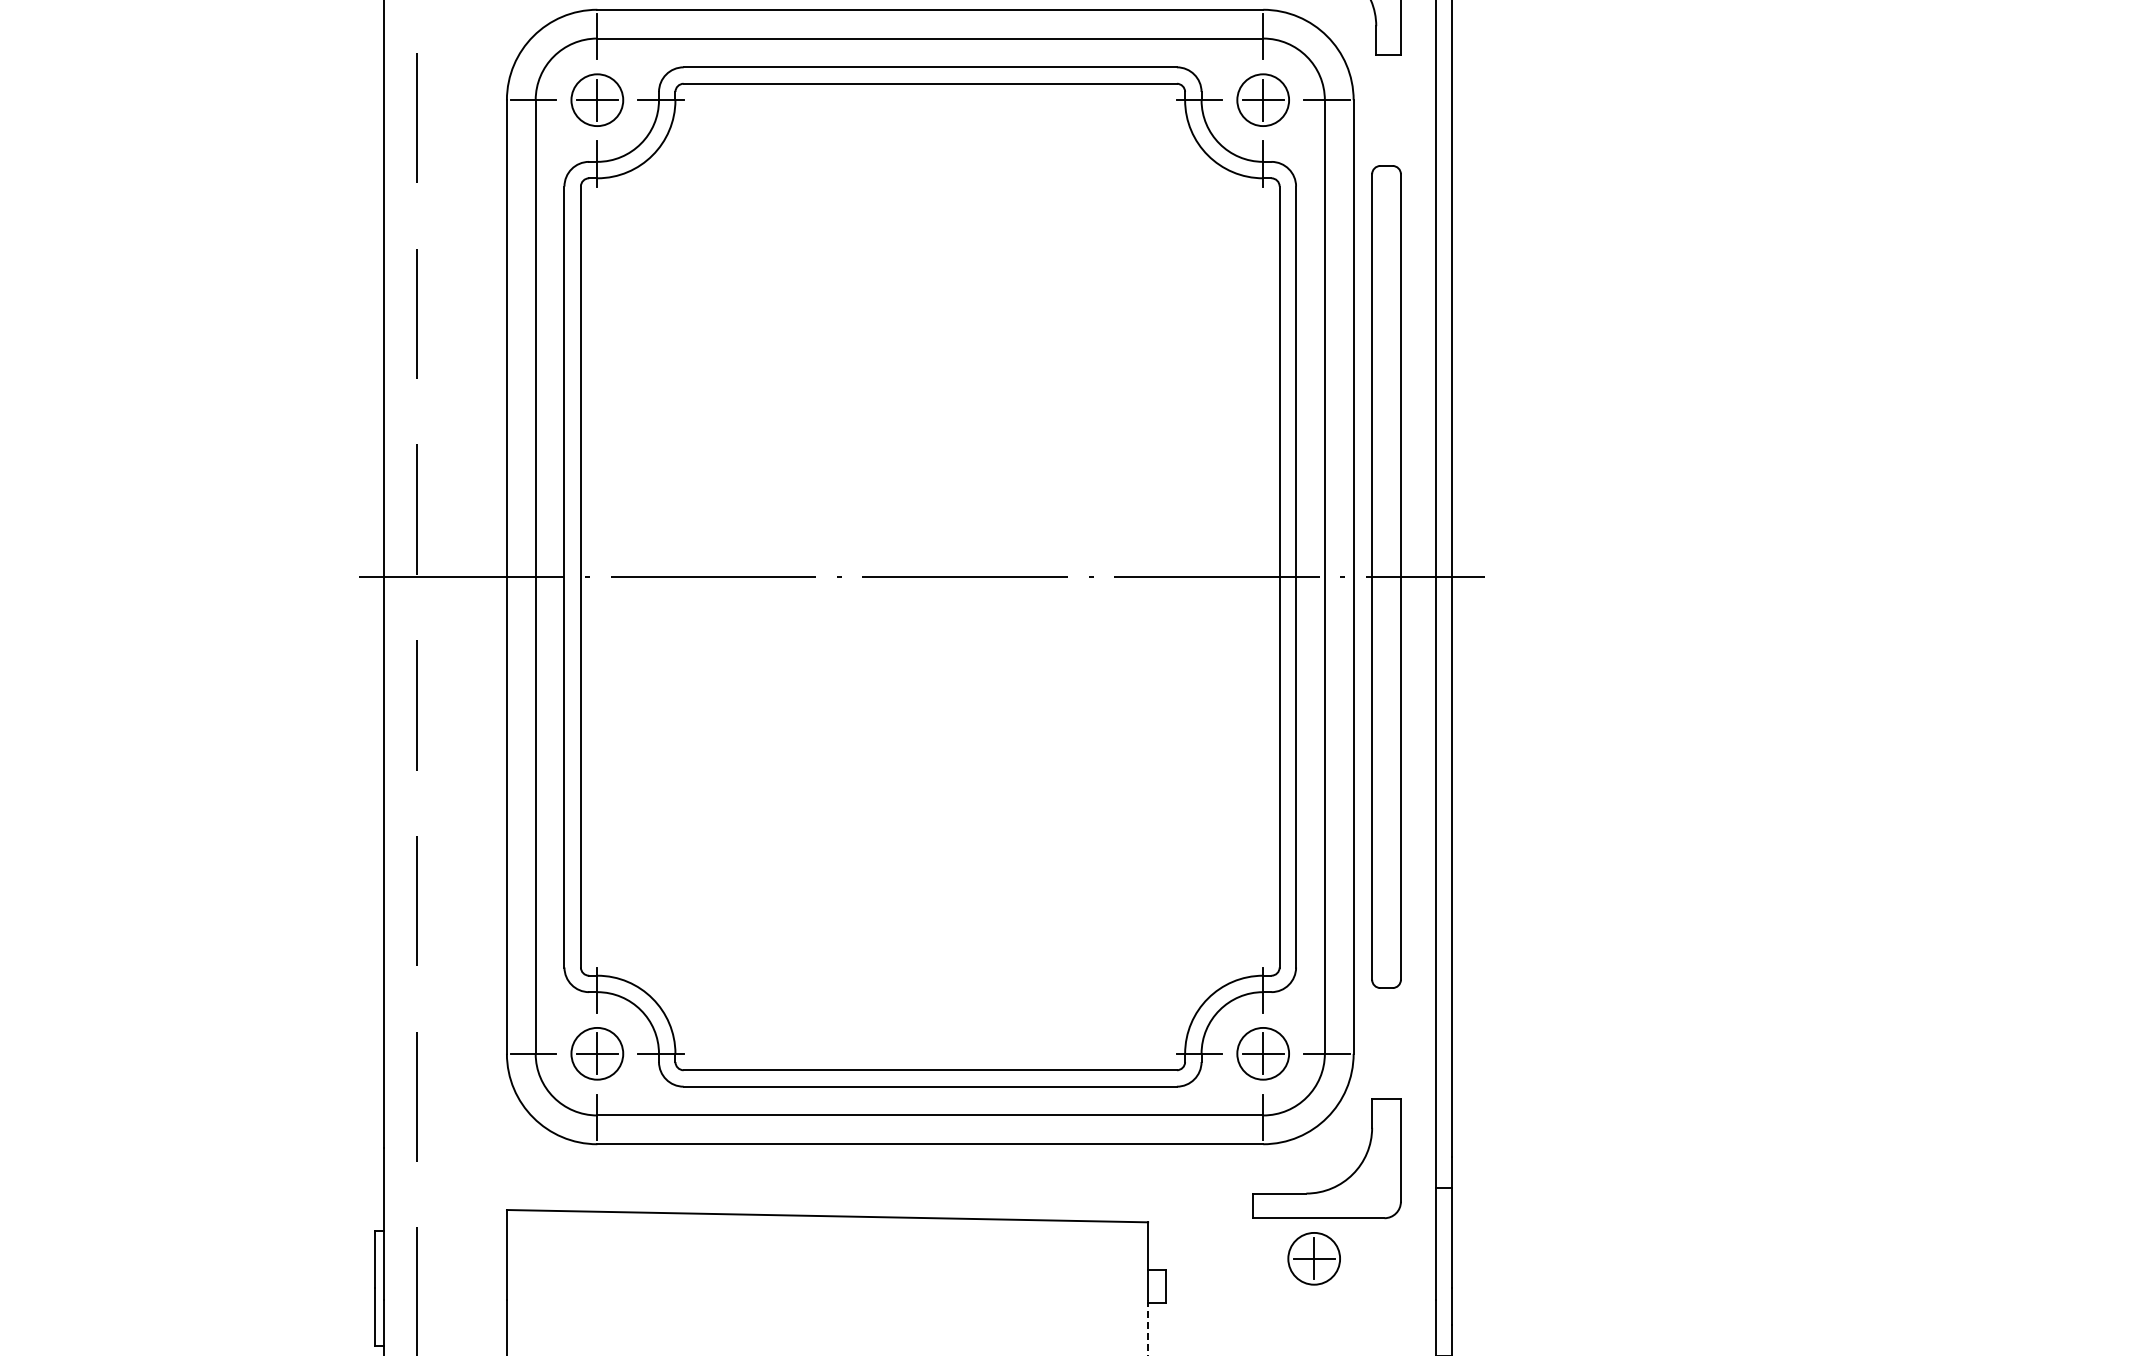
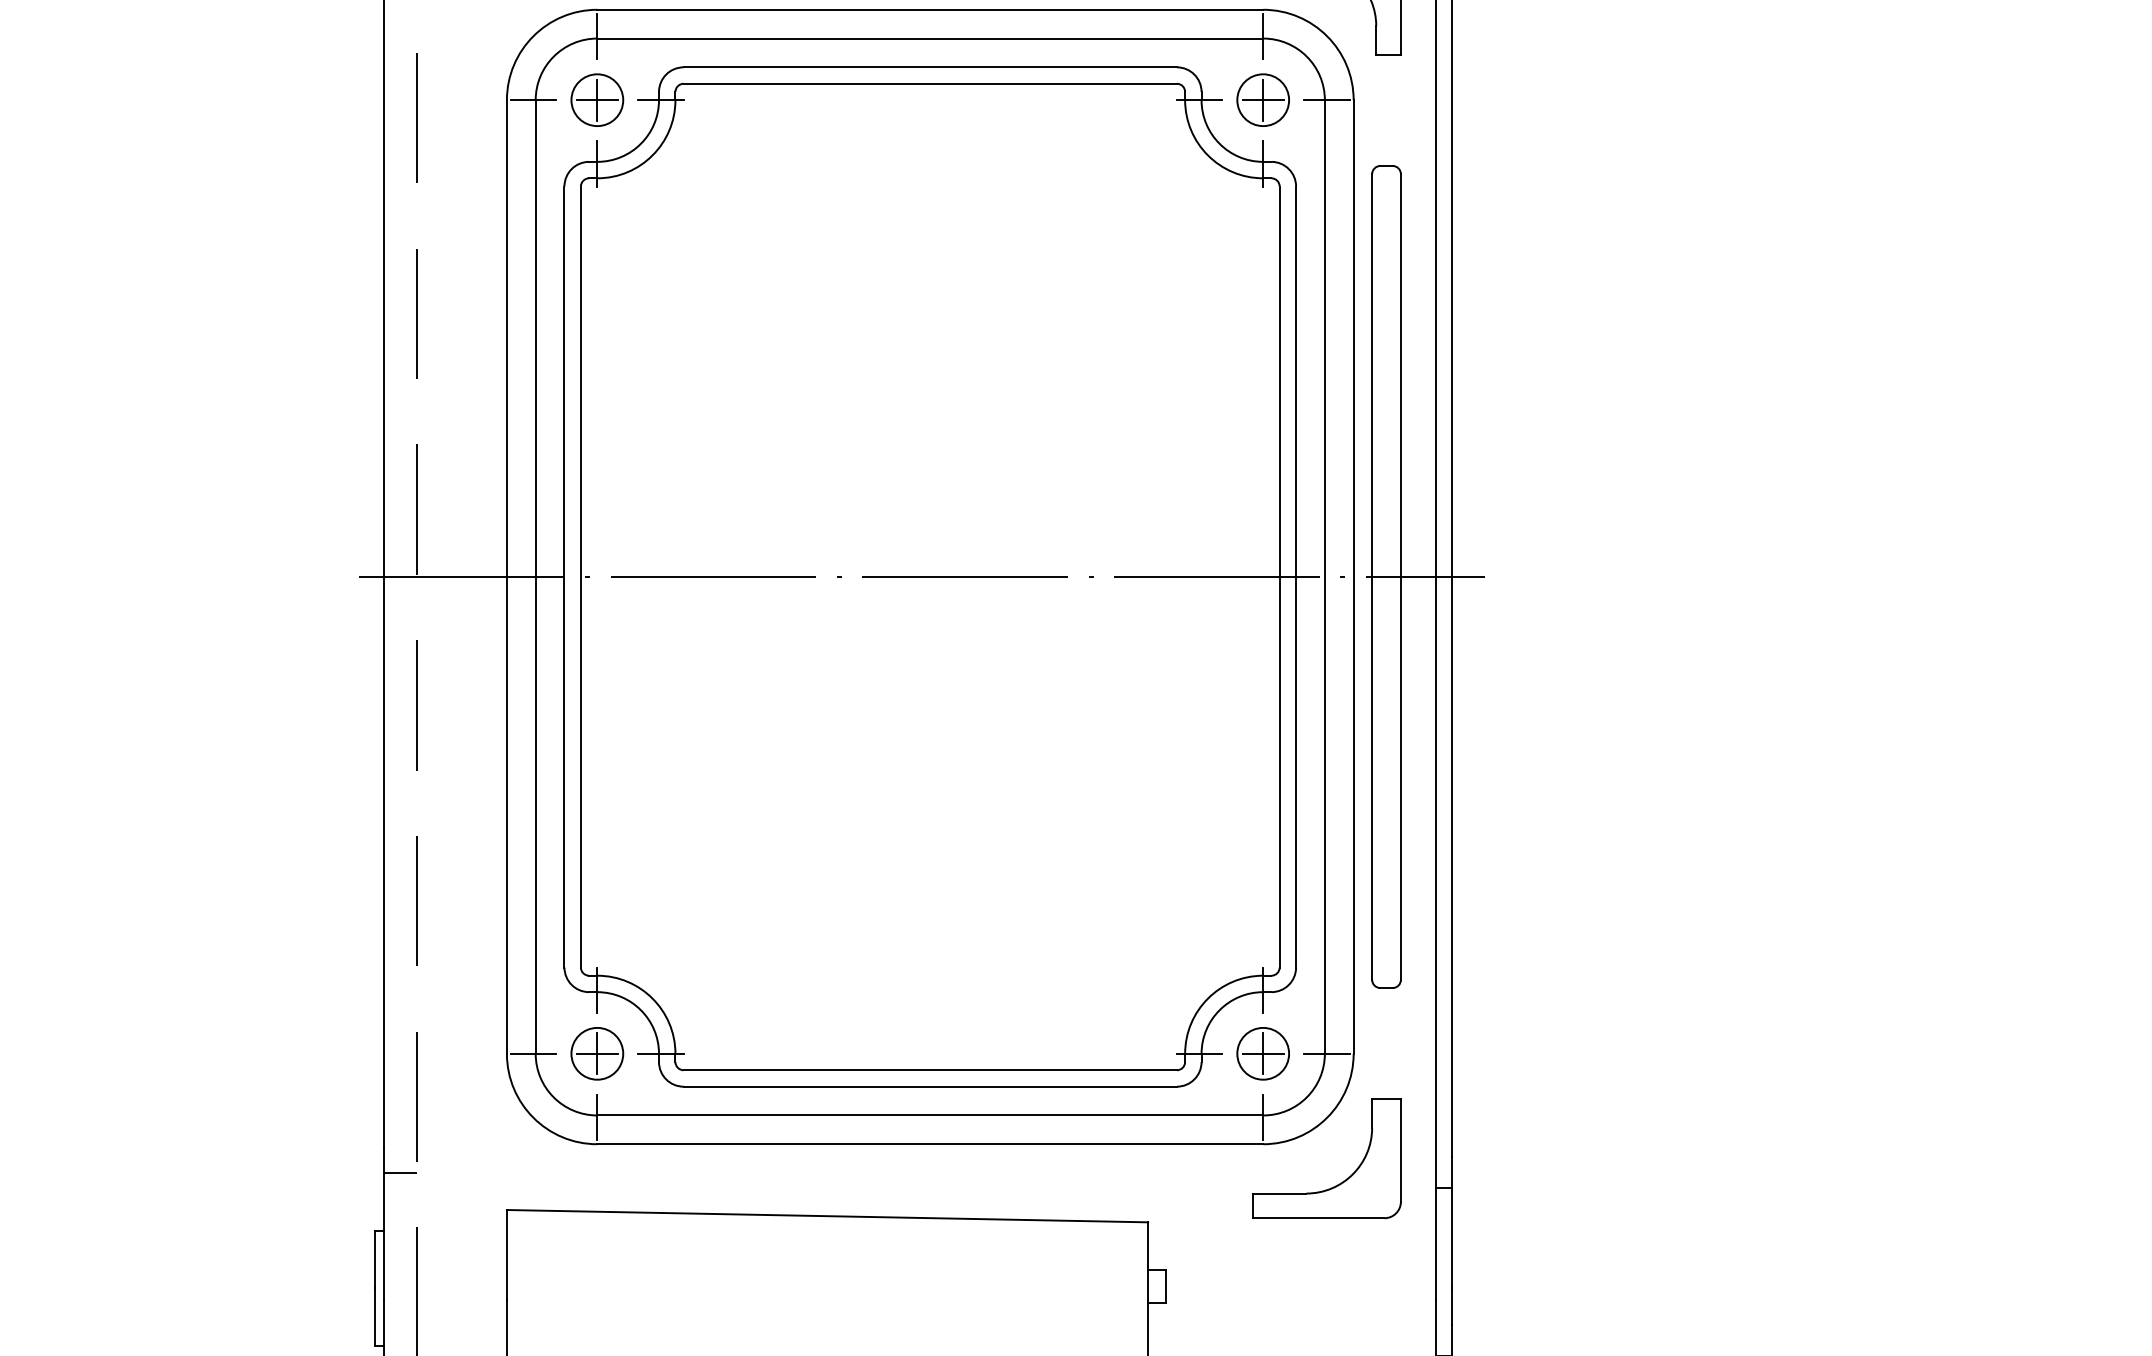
line at (399, 1173): none -> present
part at (1313, 1258): present -> none
line at (1148, 1328): dashed -> solid
